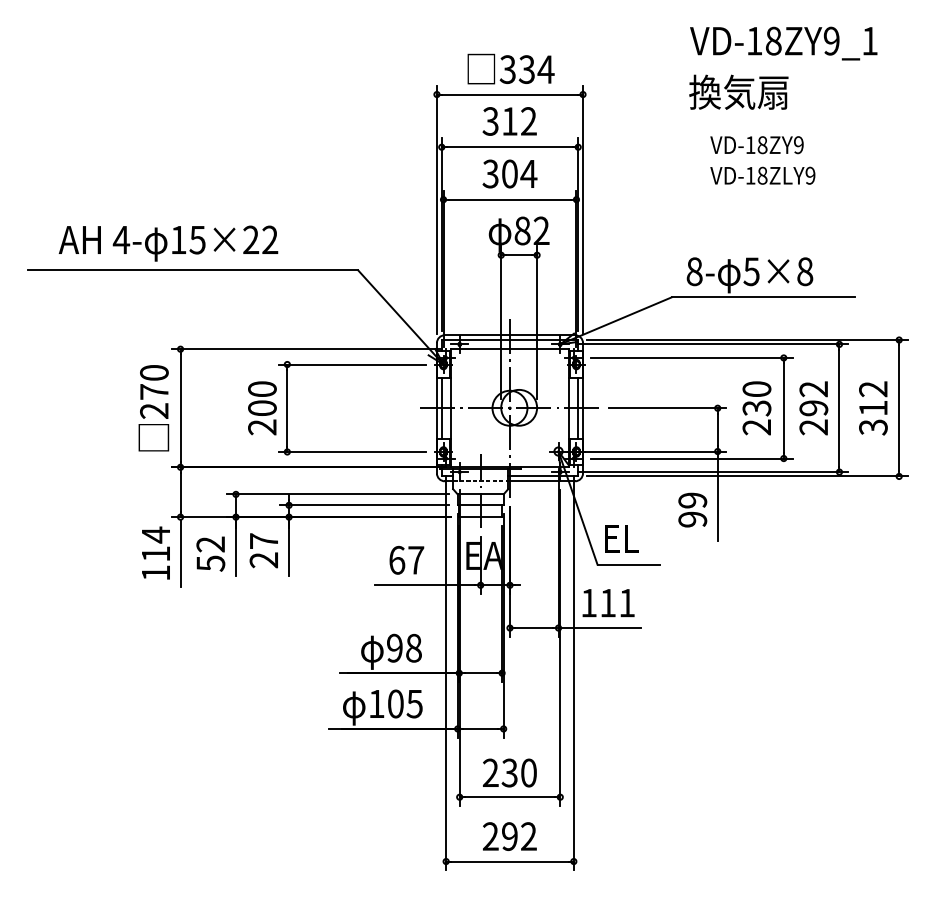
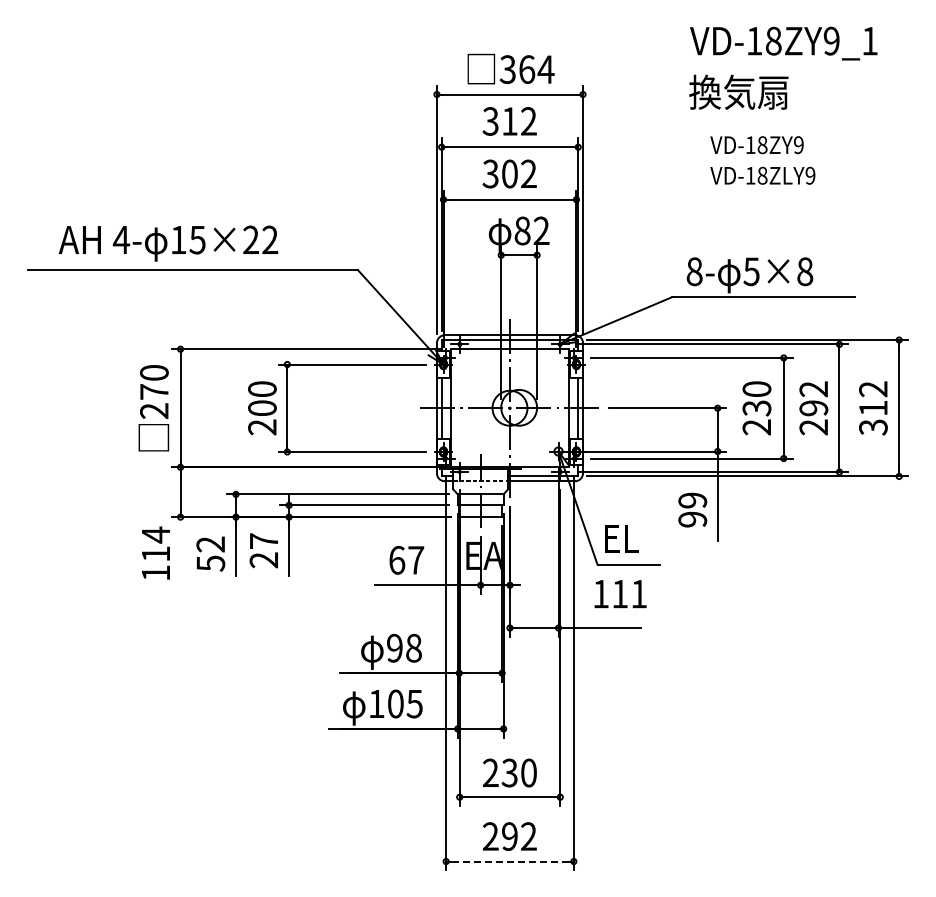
text at (526, 69): 334 -> 364
text at (528, 173): 304 -> 302
line at (180, 553): present -> none
text at (608, 603) position: (608, 603) -> (620, 594)
line at (509, 861): solid -> dashed
